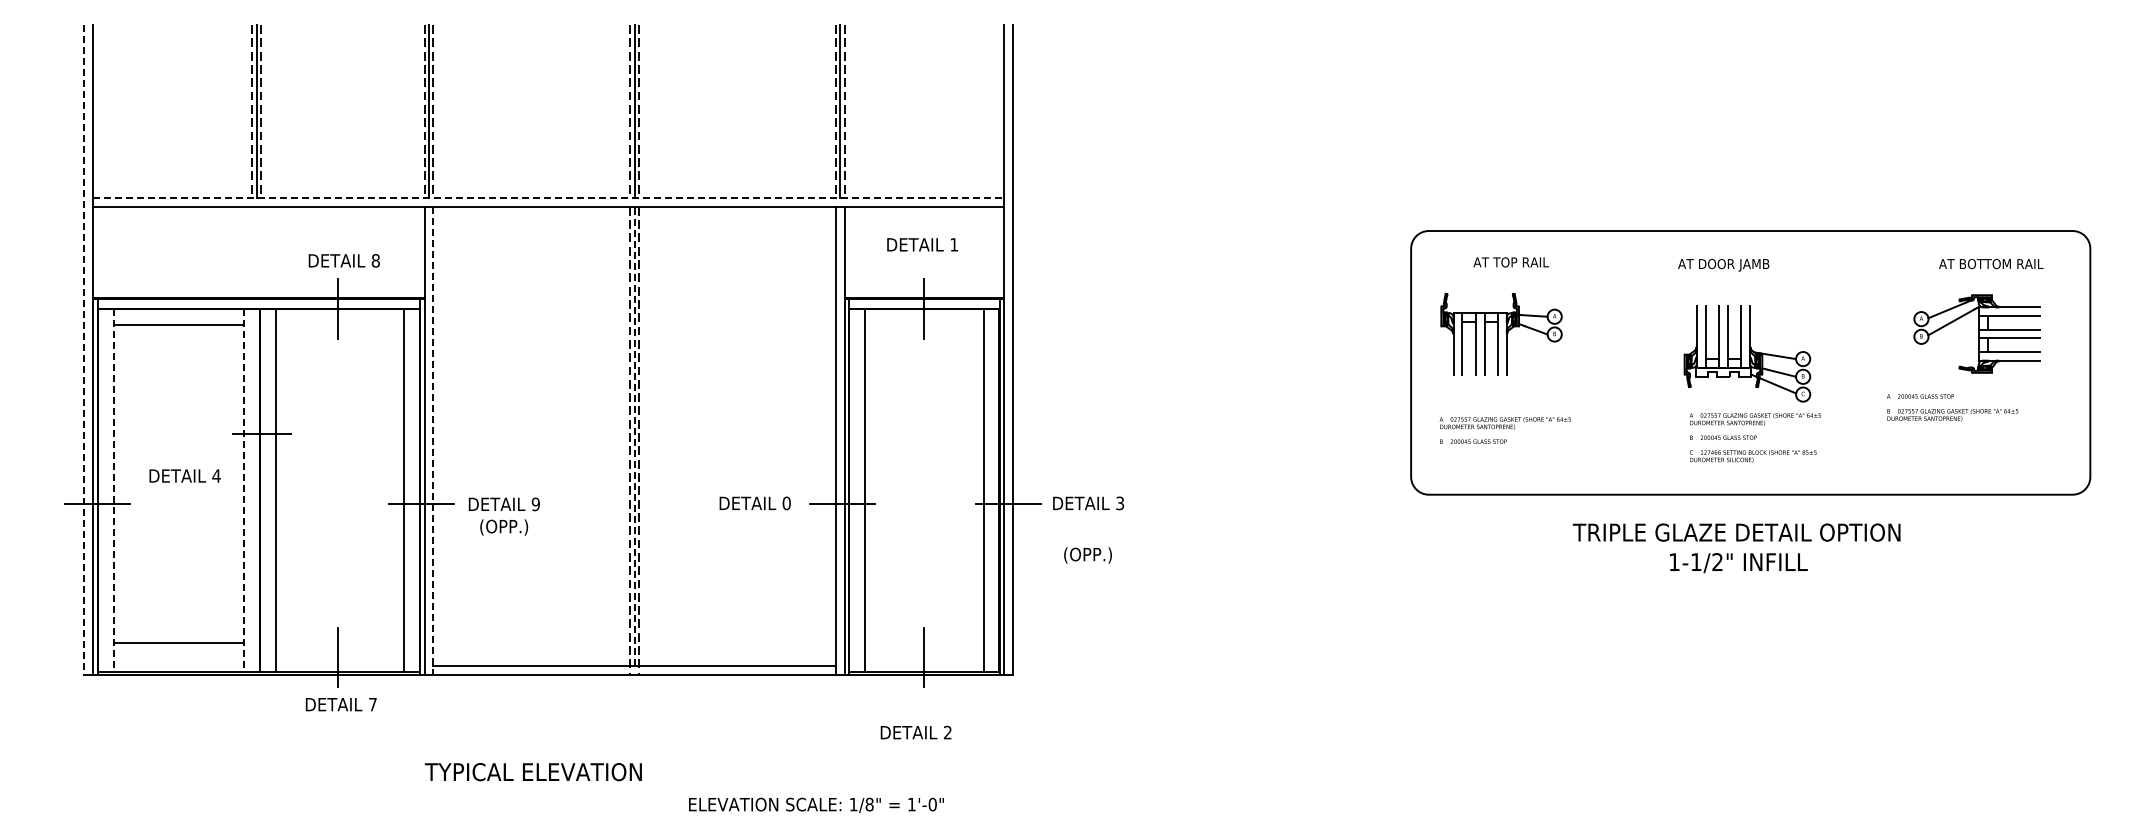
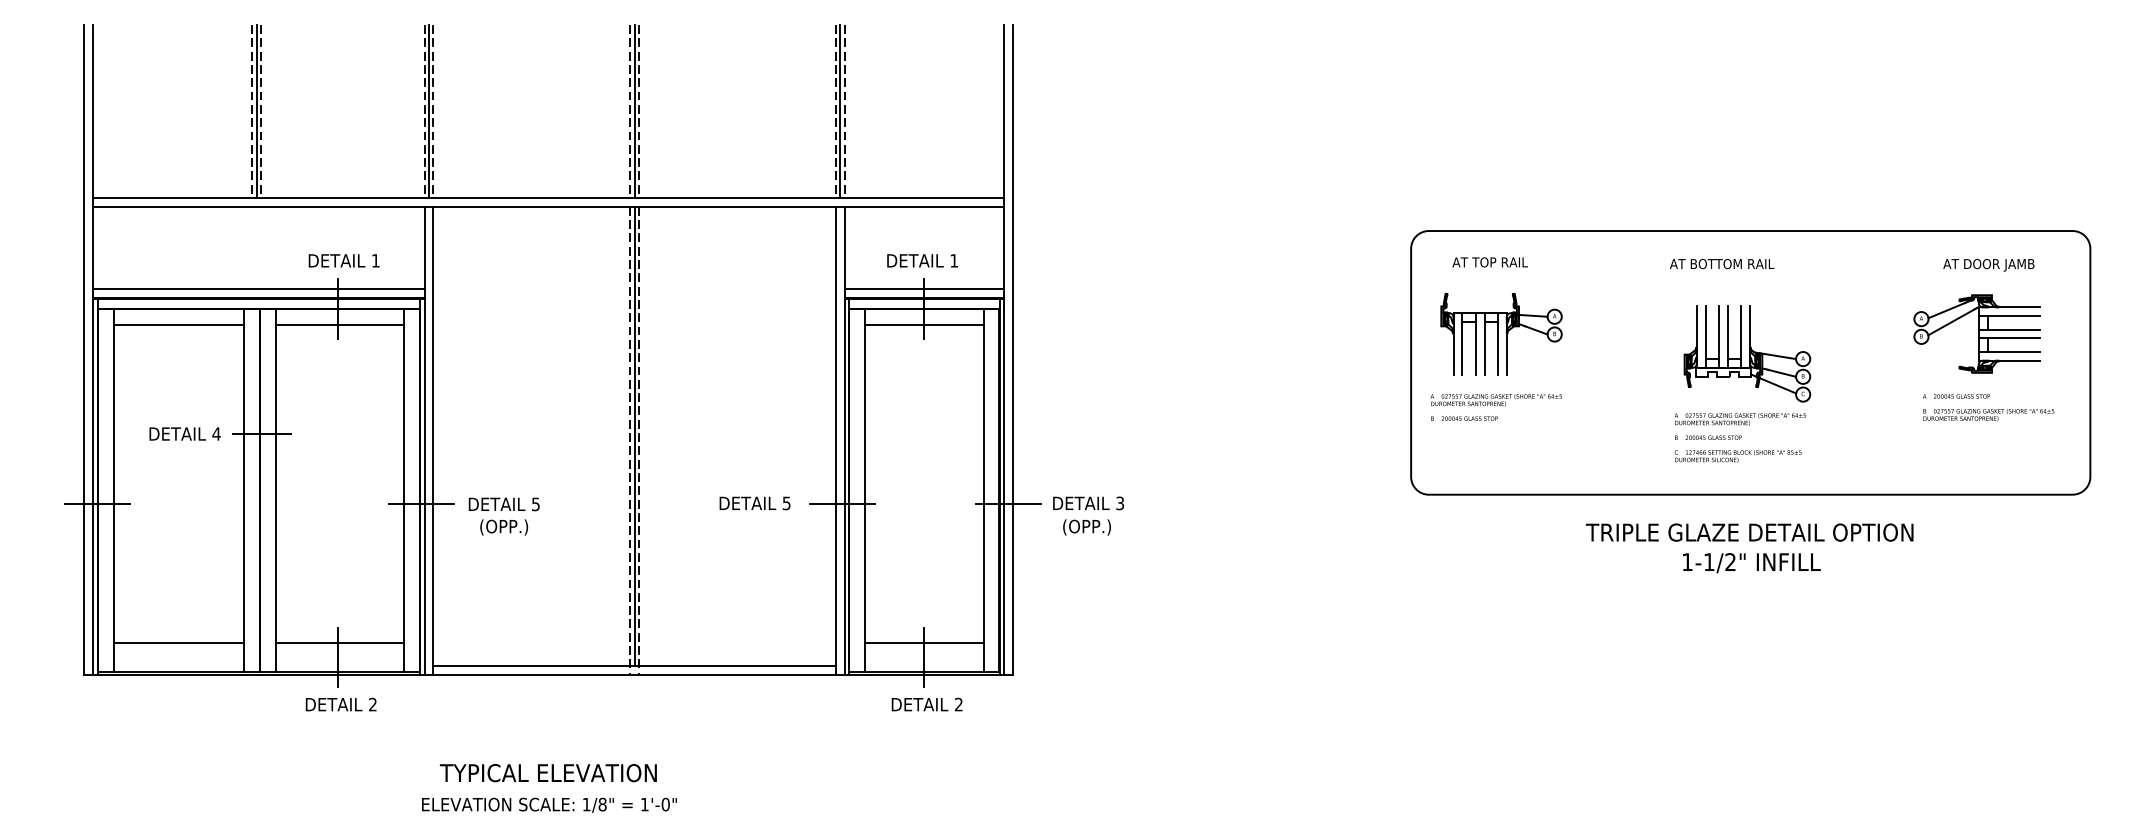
line at (548, 197): dashed -> solid
text at (922, 244) position: (922, 244) -> (922, 260)
text at (375, 260): 8 -> 1
text at (1510, 262) position: (1510, 262) -> (1489, 262)
text at (1722, 265): AT DOOR JAMB -> AT BOTTOM RAIL
text at (1991, 265): AT BOTTOM RAIL -> AT DOOR JAMB
line at (258, 289): none -> present
line at (924, 289): none -> present
line at (339, 324): none -> present
line at (923, 324): none -> present
line at (84, 349): dashed -> solid
text at (1952, 407) position: (1952, 407) -> (1988, 407)
text at (1504, 430) position: (1504, 430) -> (1495, 407)
line at (634, 436): dashed -> solid
text at (1754, 437) position: (1754, 437) -> (1739, 437)
line at (433, 441): dashed -> solid
text at (184, 475) position: (184, 475) -> (184, 433)
line at (113, 491): dashed -> solid
line at (243, 491): dashed -> solid
text at (535, 503): 9 -> 5
text at (786, 503): 0 -> 5
text at (1736, 548) position: (1736, 548) -> (1749, 548)
text at (1087, 555) position: (1087, 555) -> (1086, 527)
line at (339, 643): none -> present
line at (923, 643): none -> present
text at (372, 704): 7 -> 2
text at (915, 732) position: (915, 732) -> (926, 704)
text at (532, 772) position: (532, 772) -> (547, 773)
text at (816, 804) position: (816, 804) -> (549, 804)
